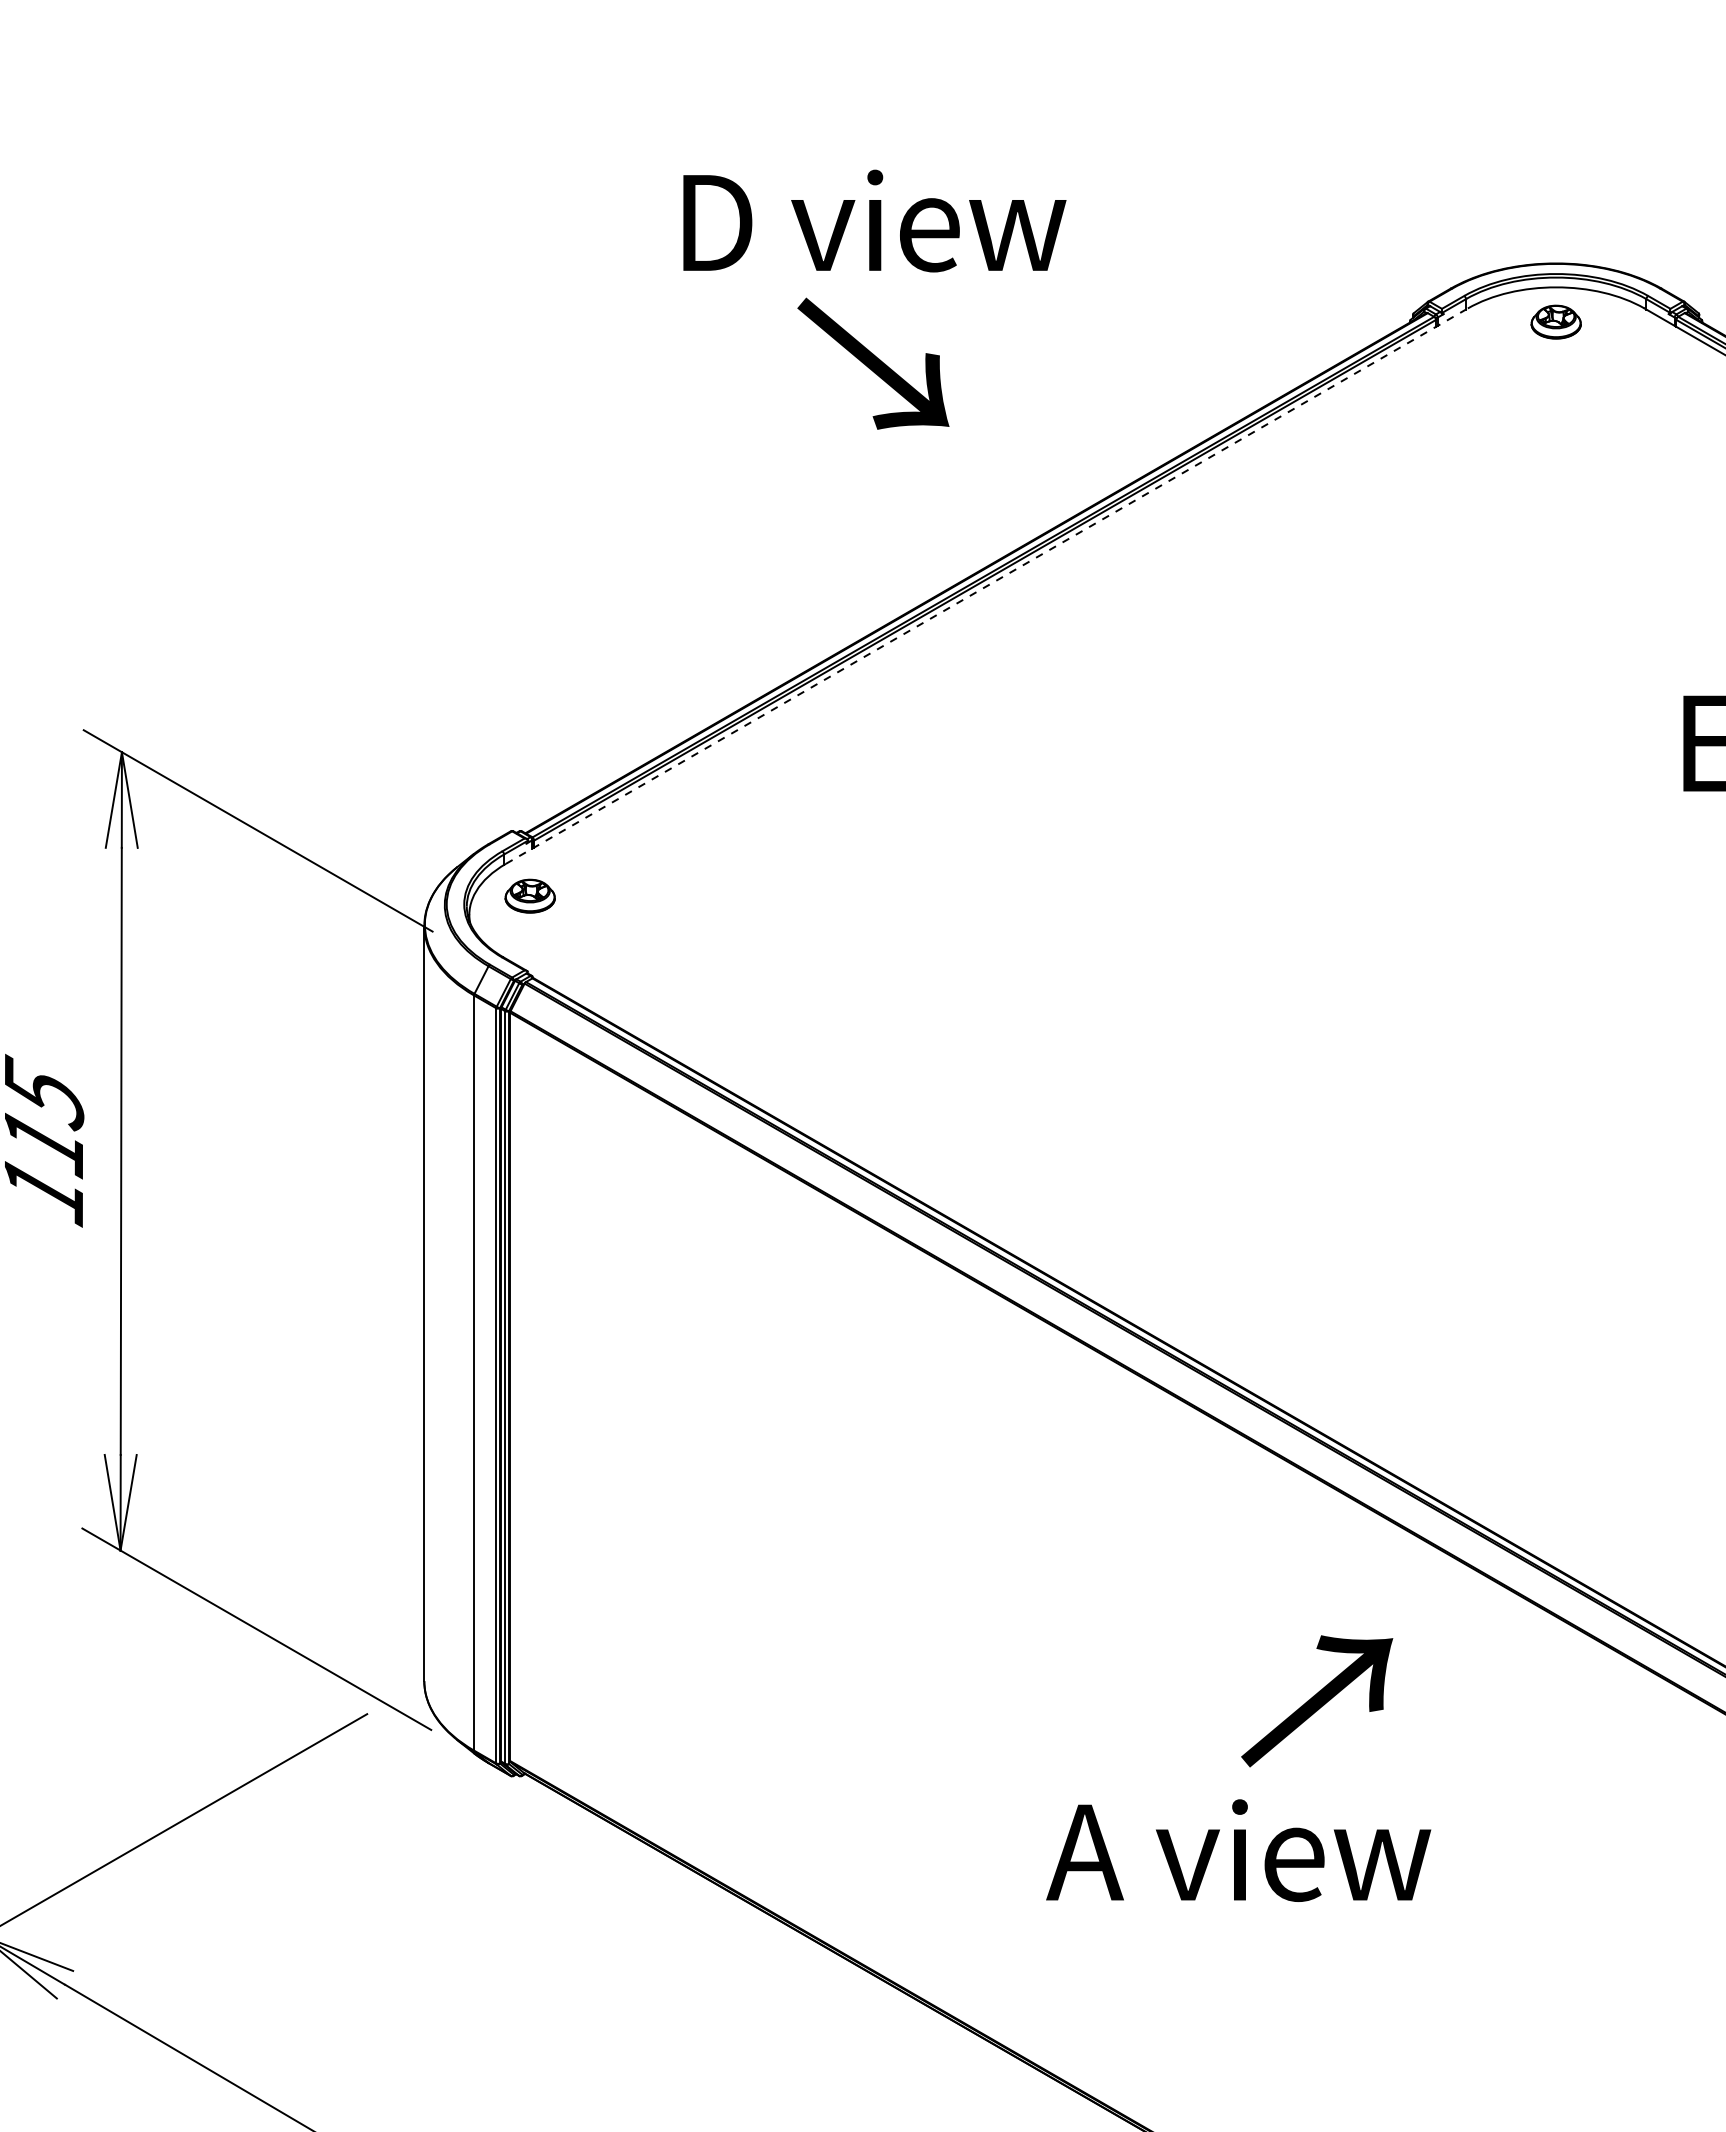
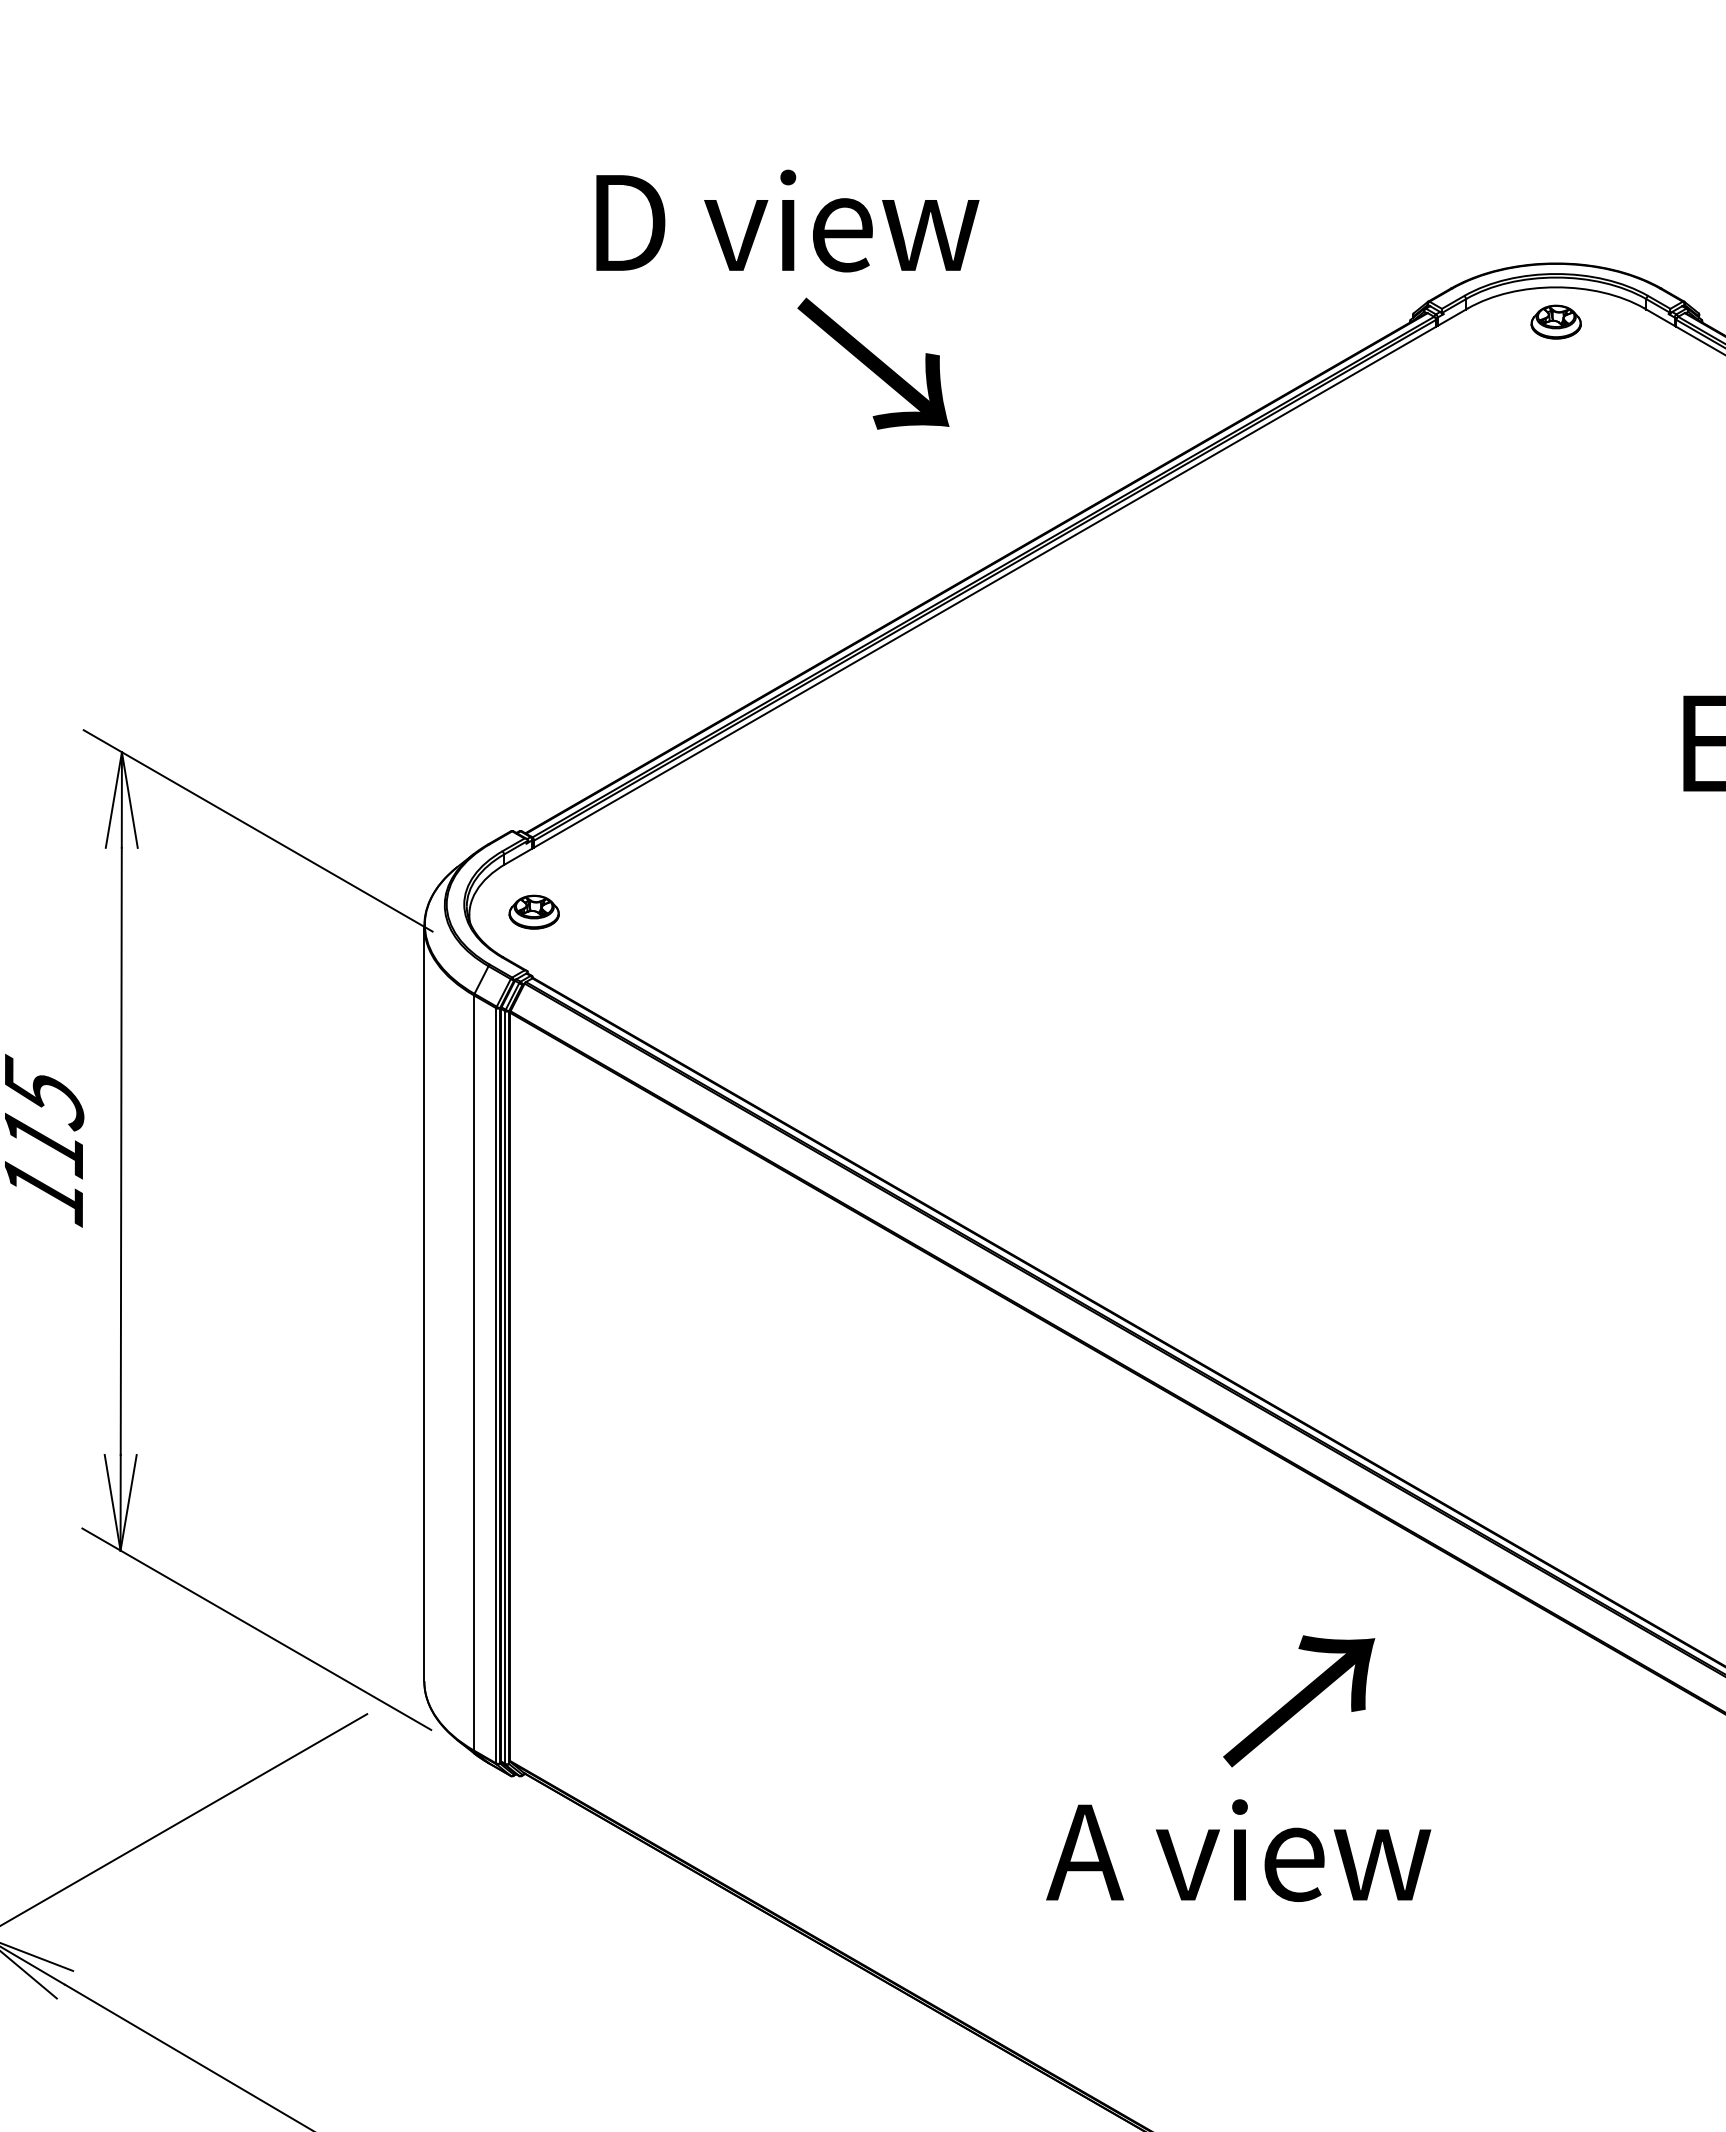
text at (874, 220) position: (874, 220) -> (787, 220)
line at (987, 585): dashed -> solid
part at (529, 895) position: (529, 895) -> (533, 911)
text at (1317, 1701) position: (1317, 1701) -> (1299, 1701)
